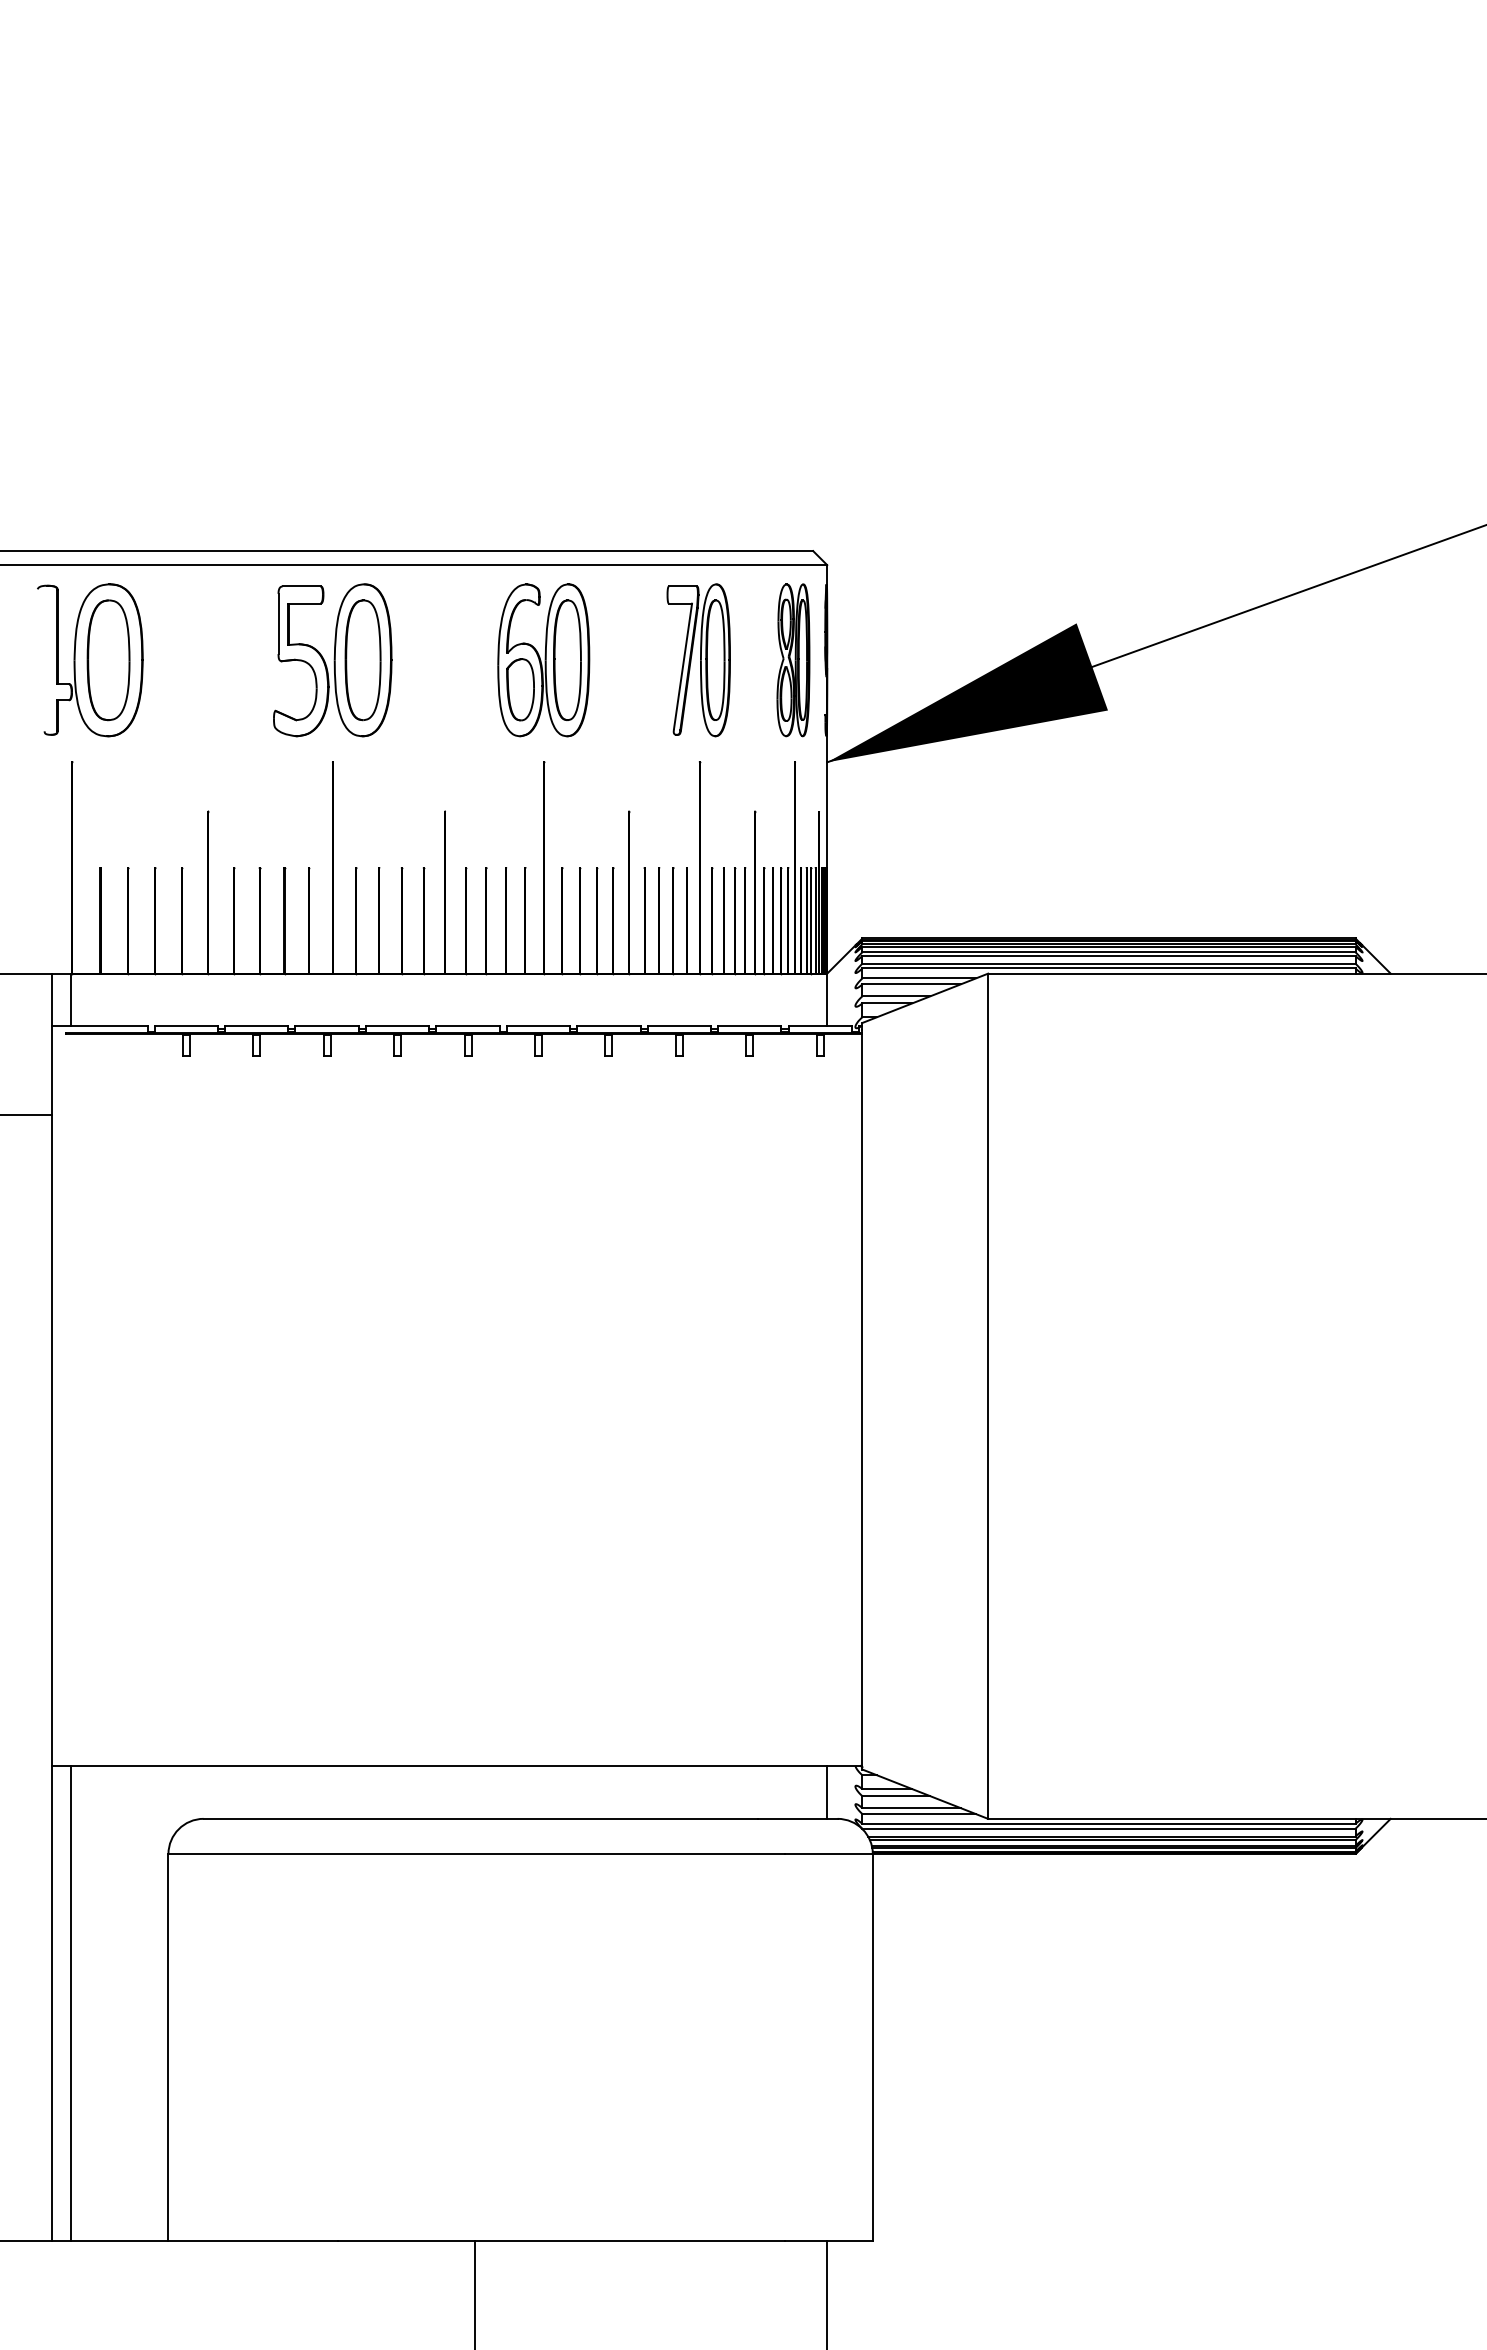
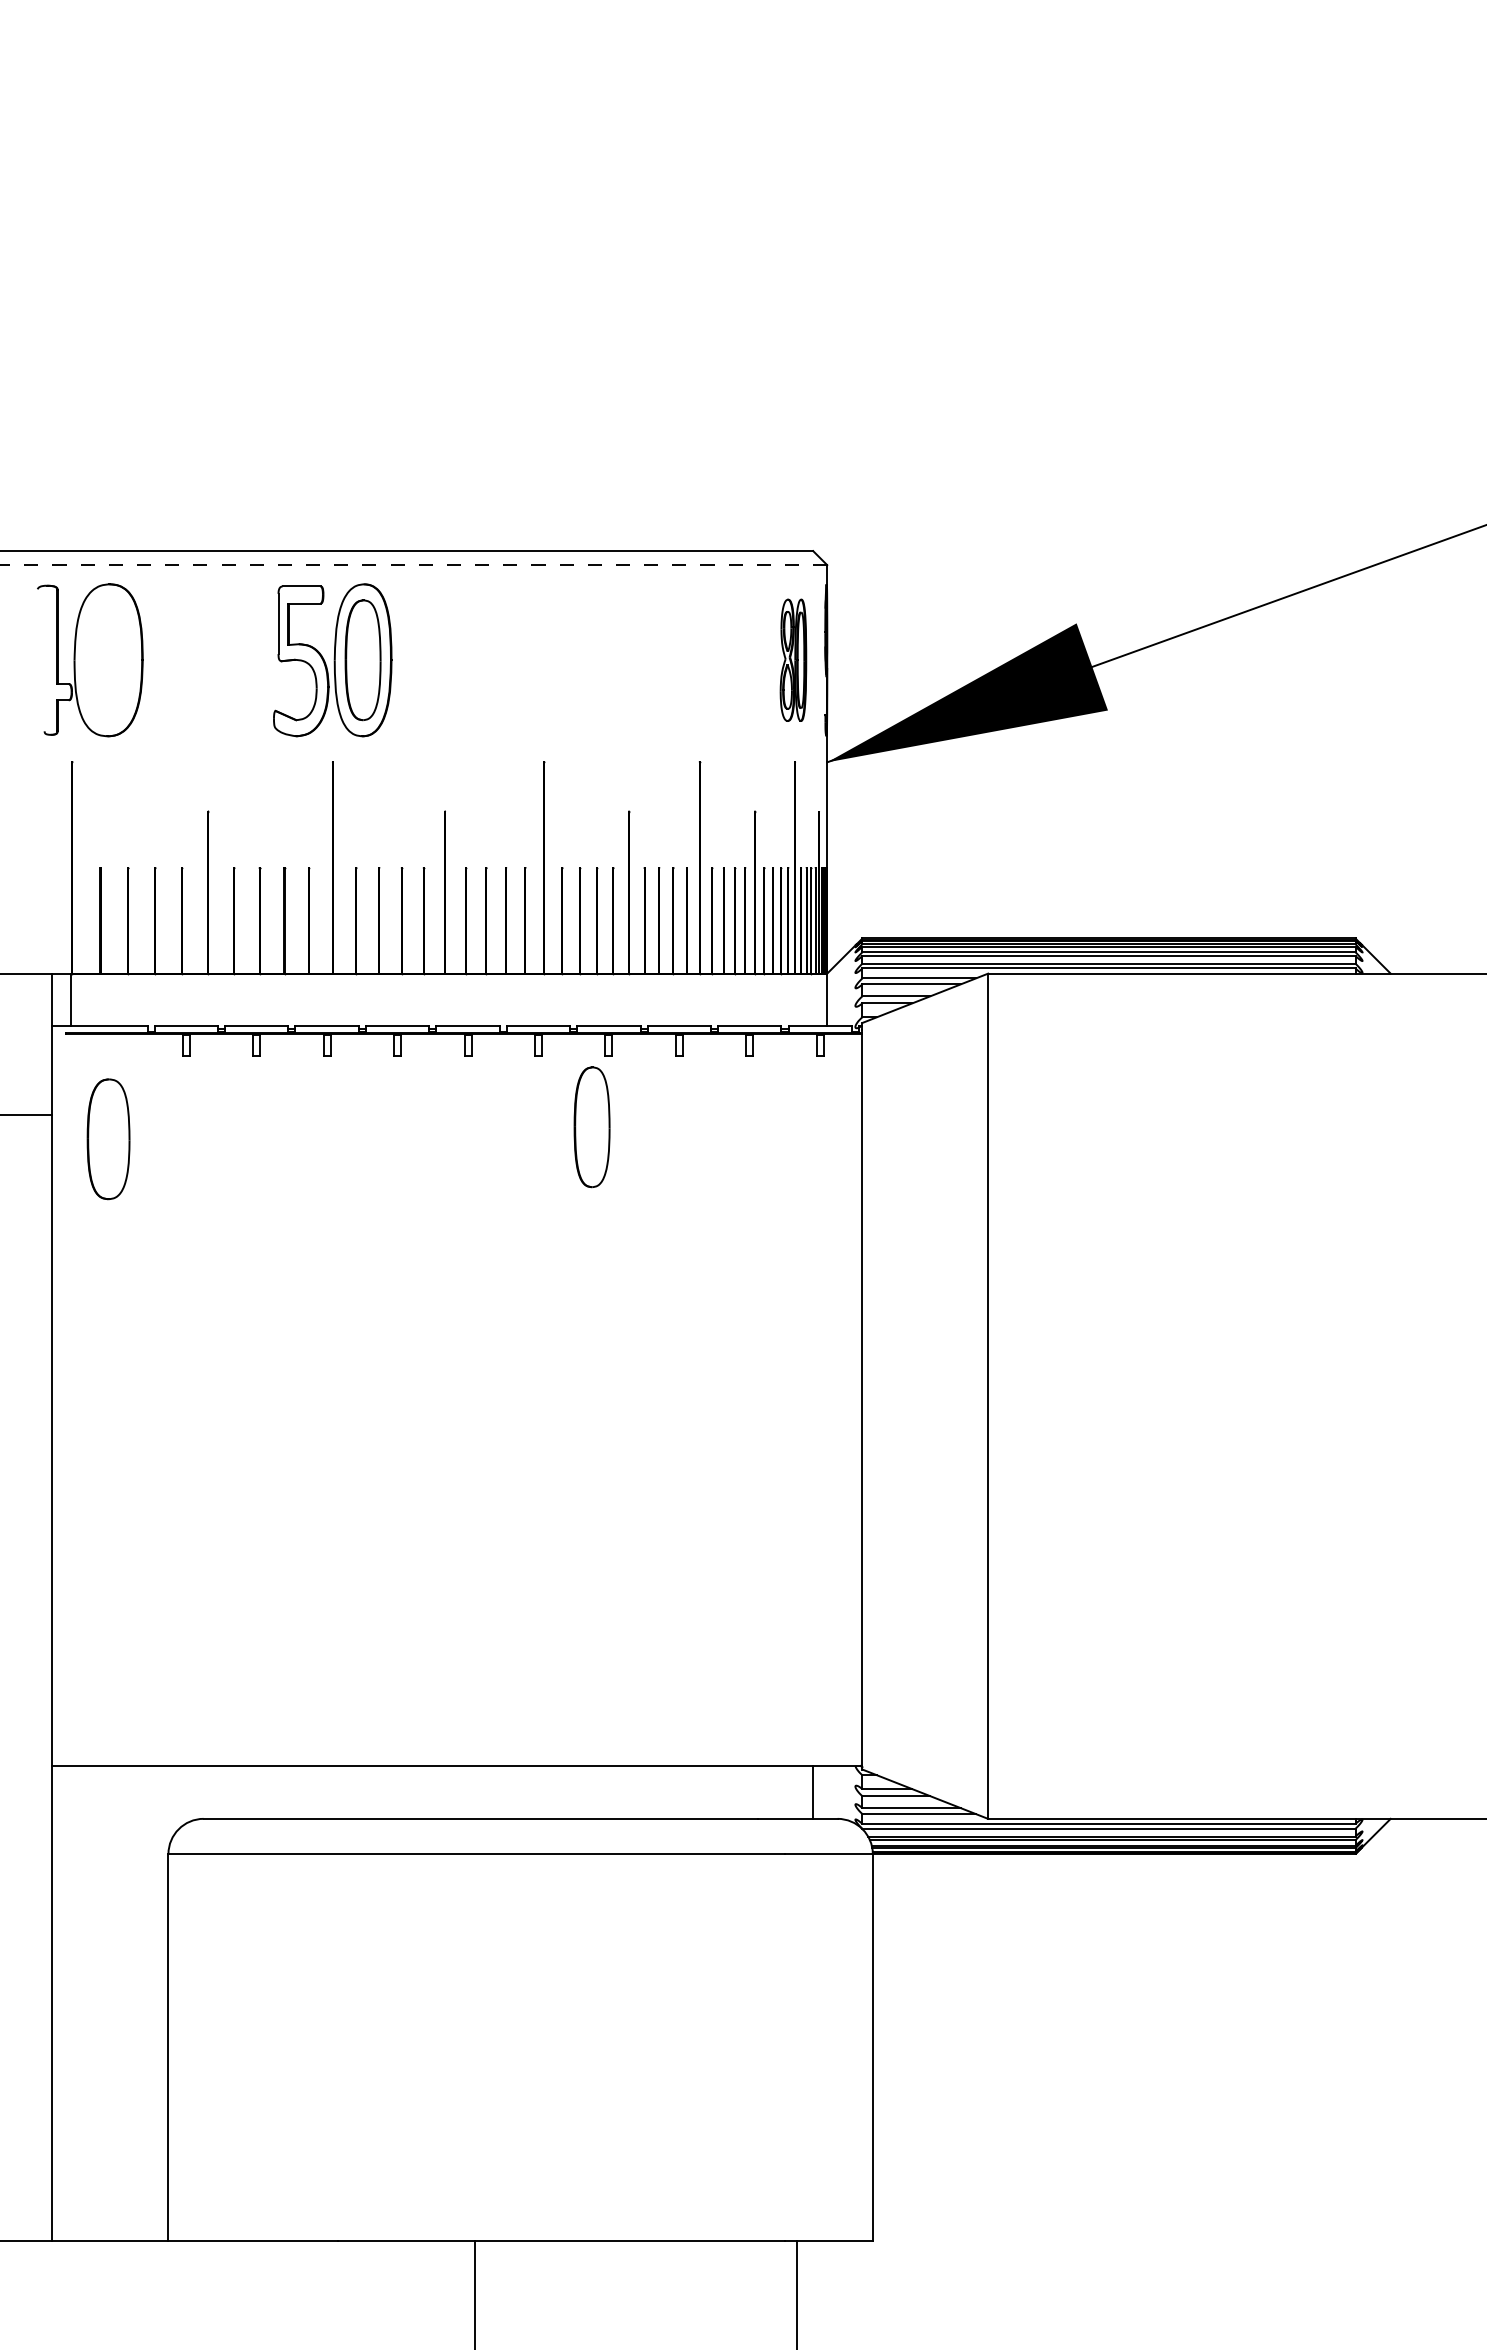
line at (413, 565): solid -> dashed
part at (108, 660) position: (108, 660) -> (108, 1139)
part at (543, 660): present -> none
part at (698, 660): present -> none
part at (793, 660) size: 35x155 px -> 29x124 px
part at (591, 1127): none -> present
line at (827, 1792) position: (827, 1792) -> (813, 1792)
line at (70, 2003): present -> none
line at (827, 2293) position: (827, 2293) -> (797, 2293)
